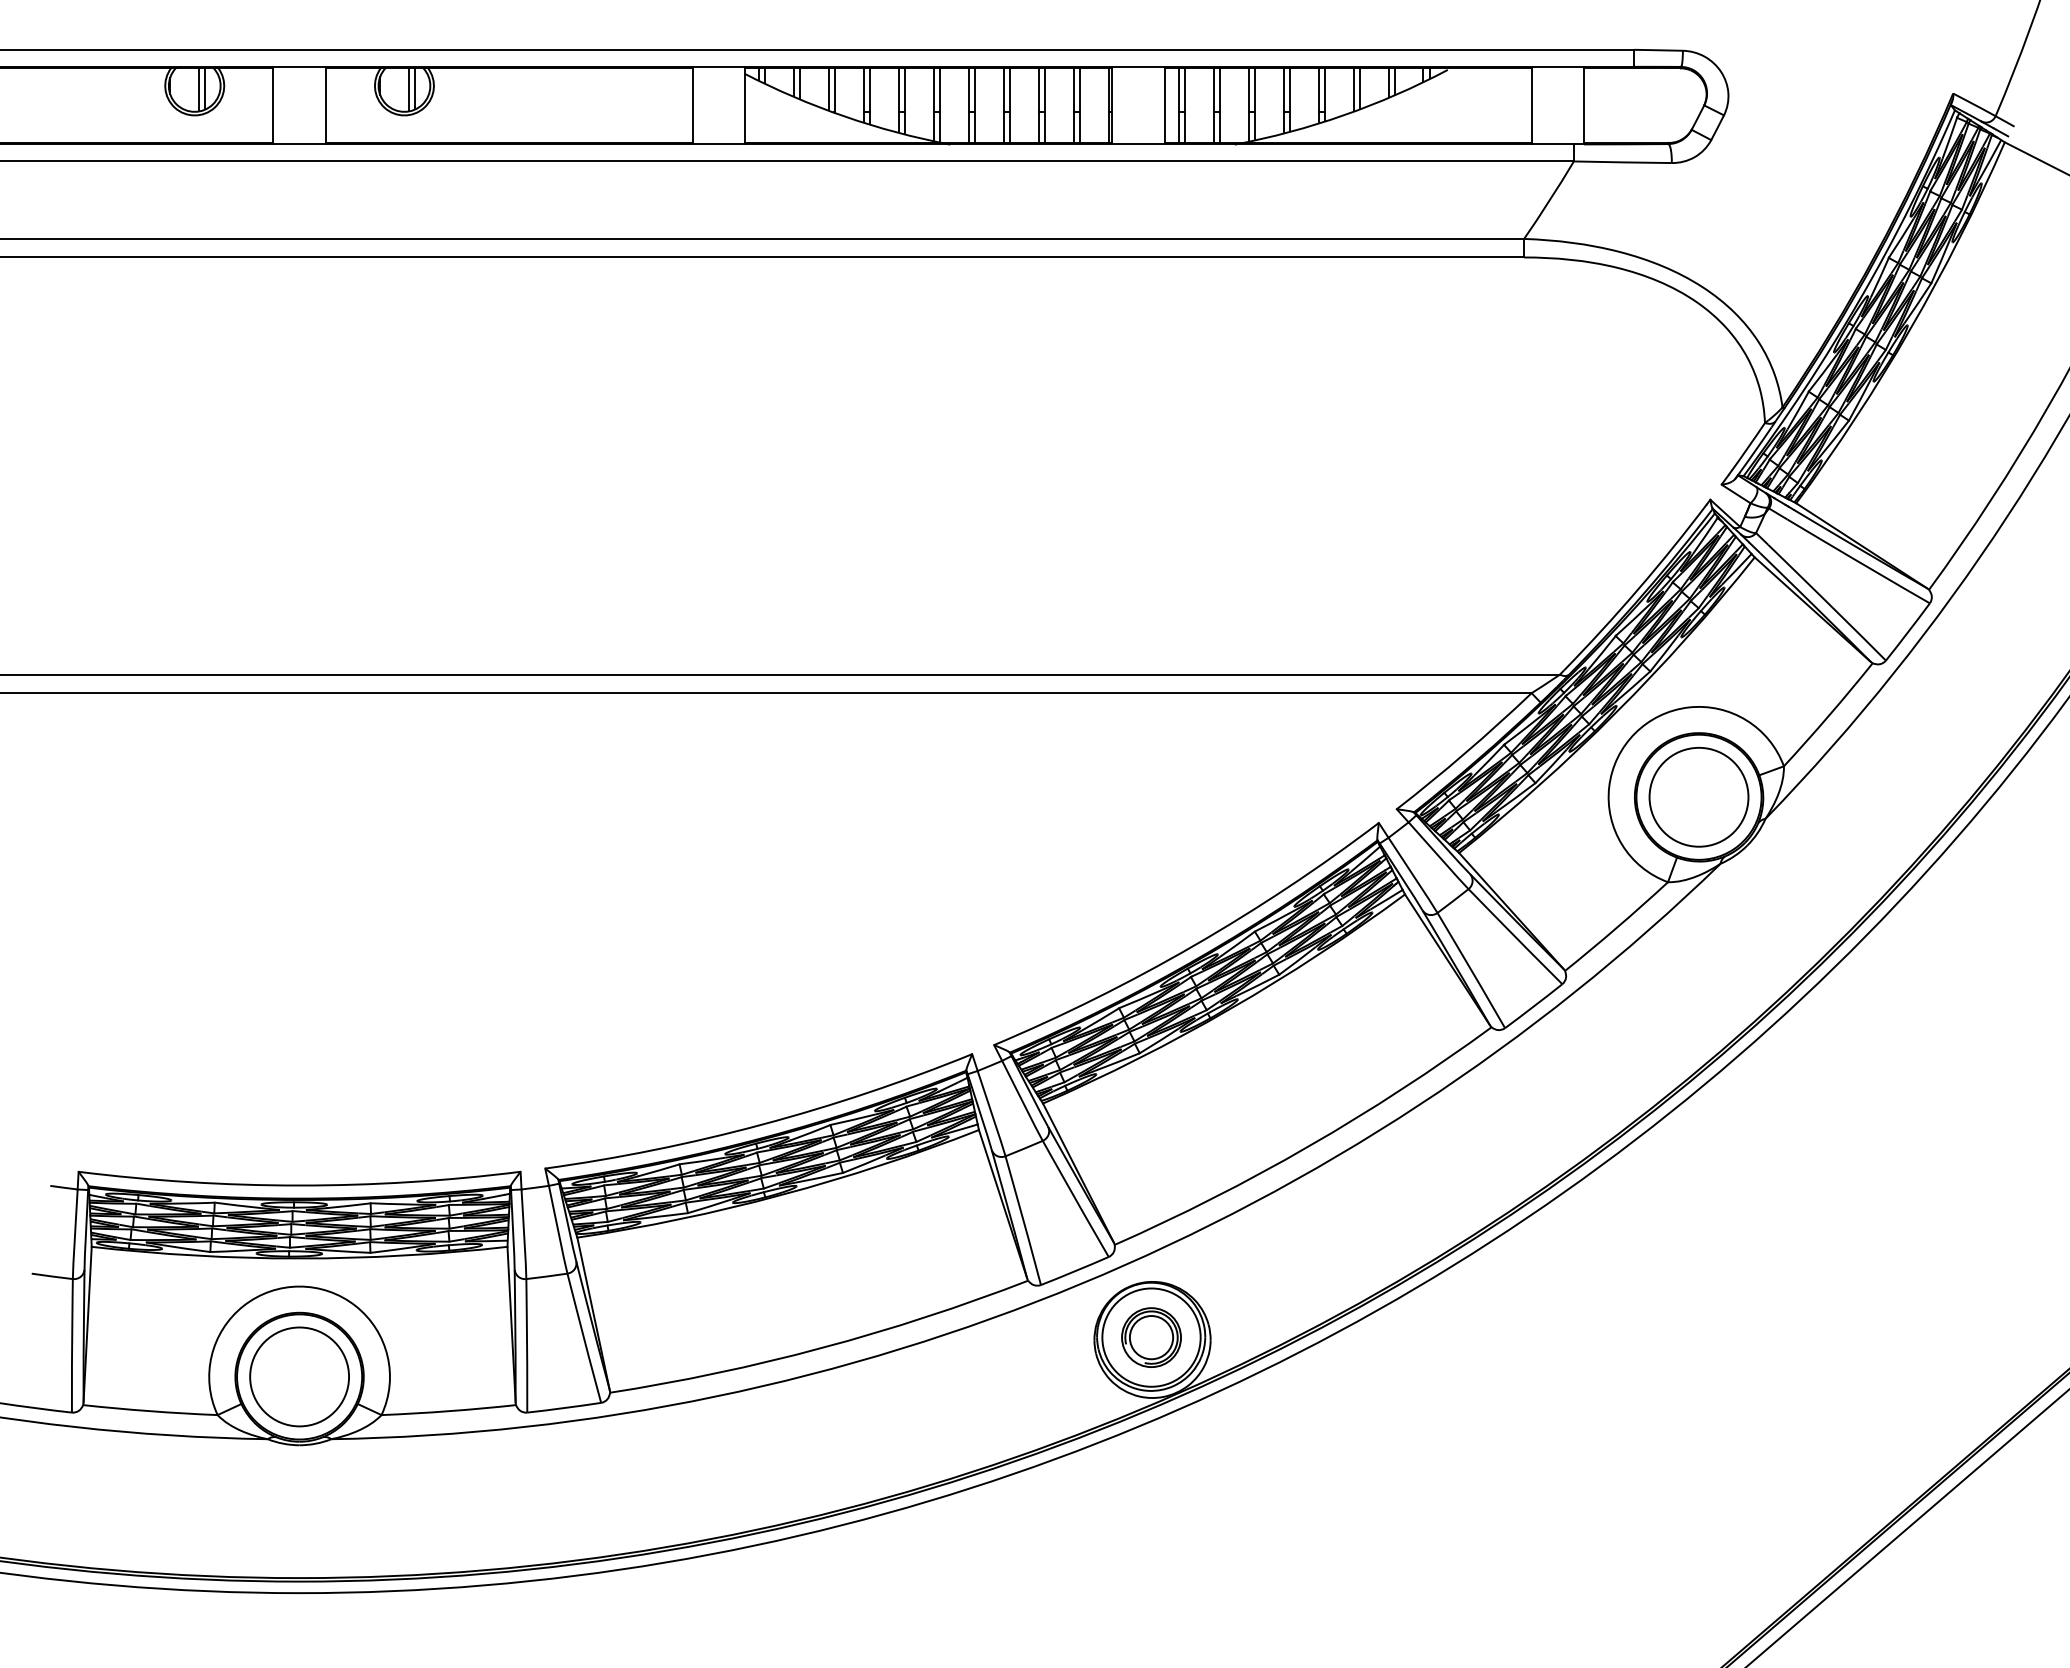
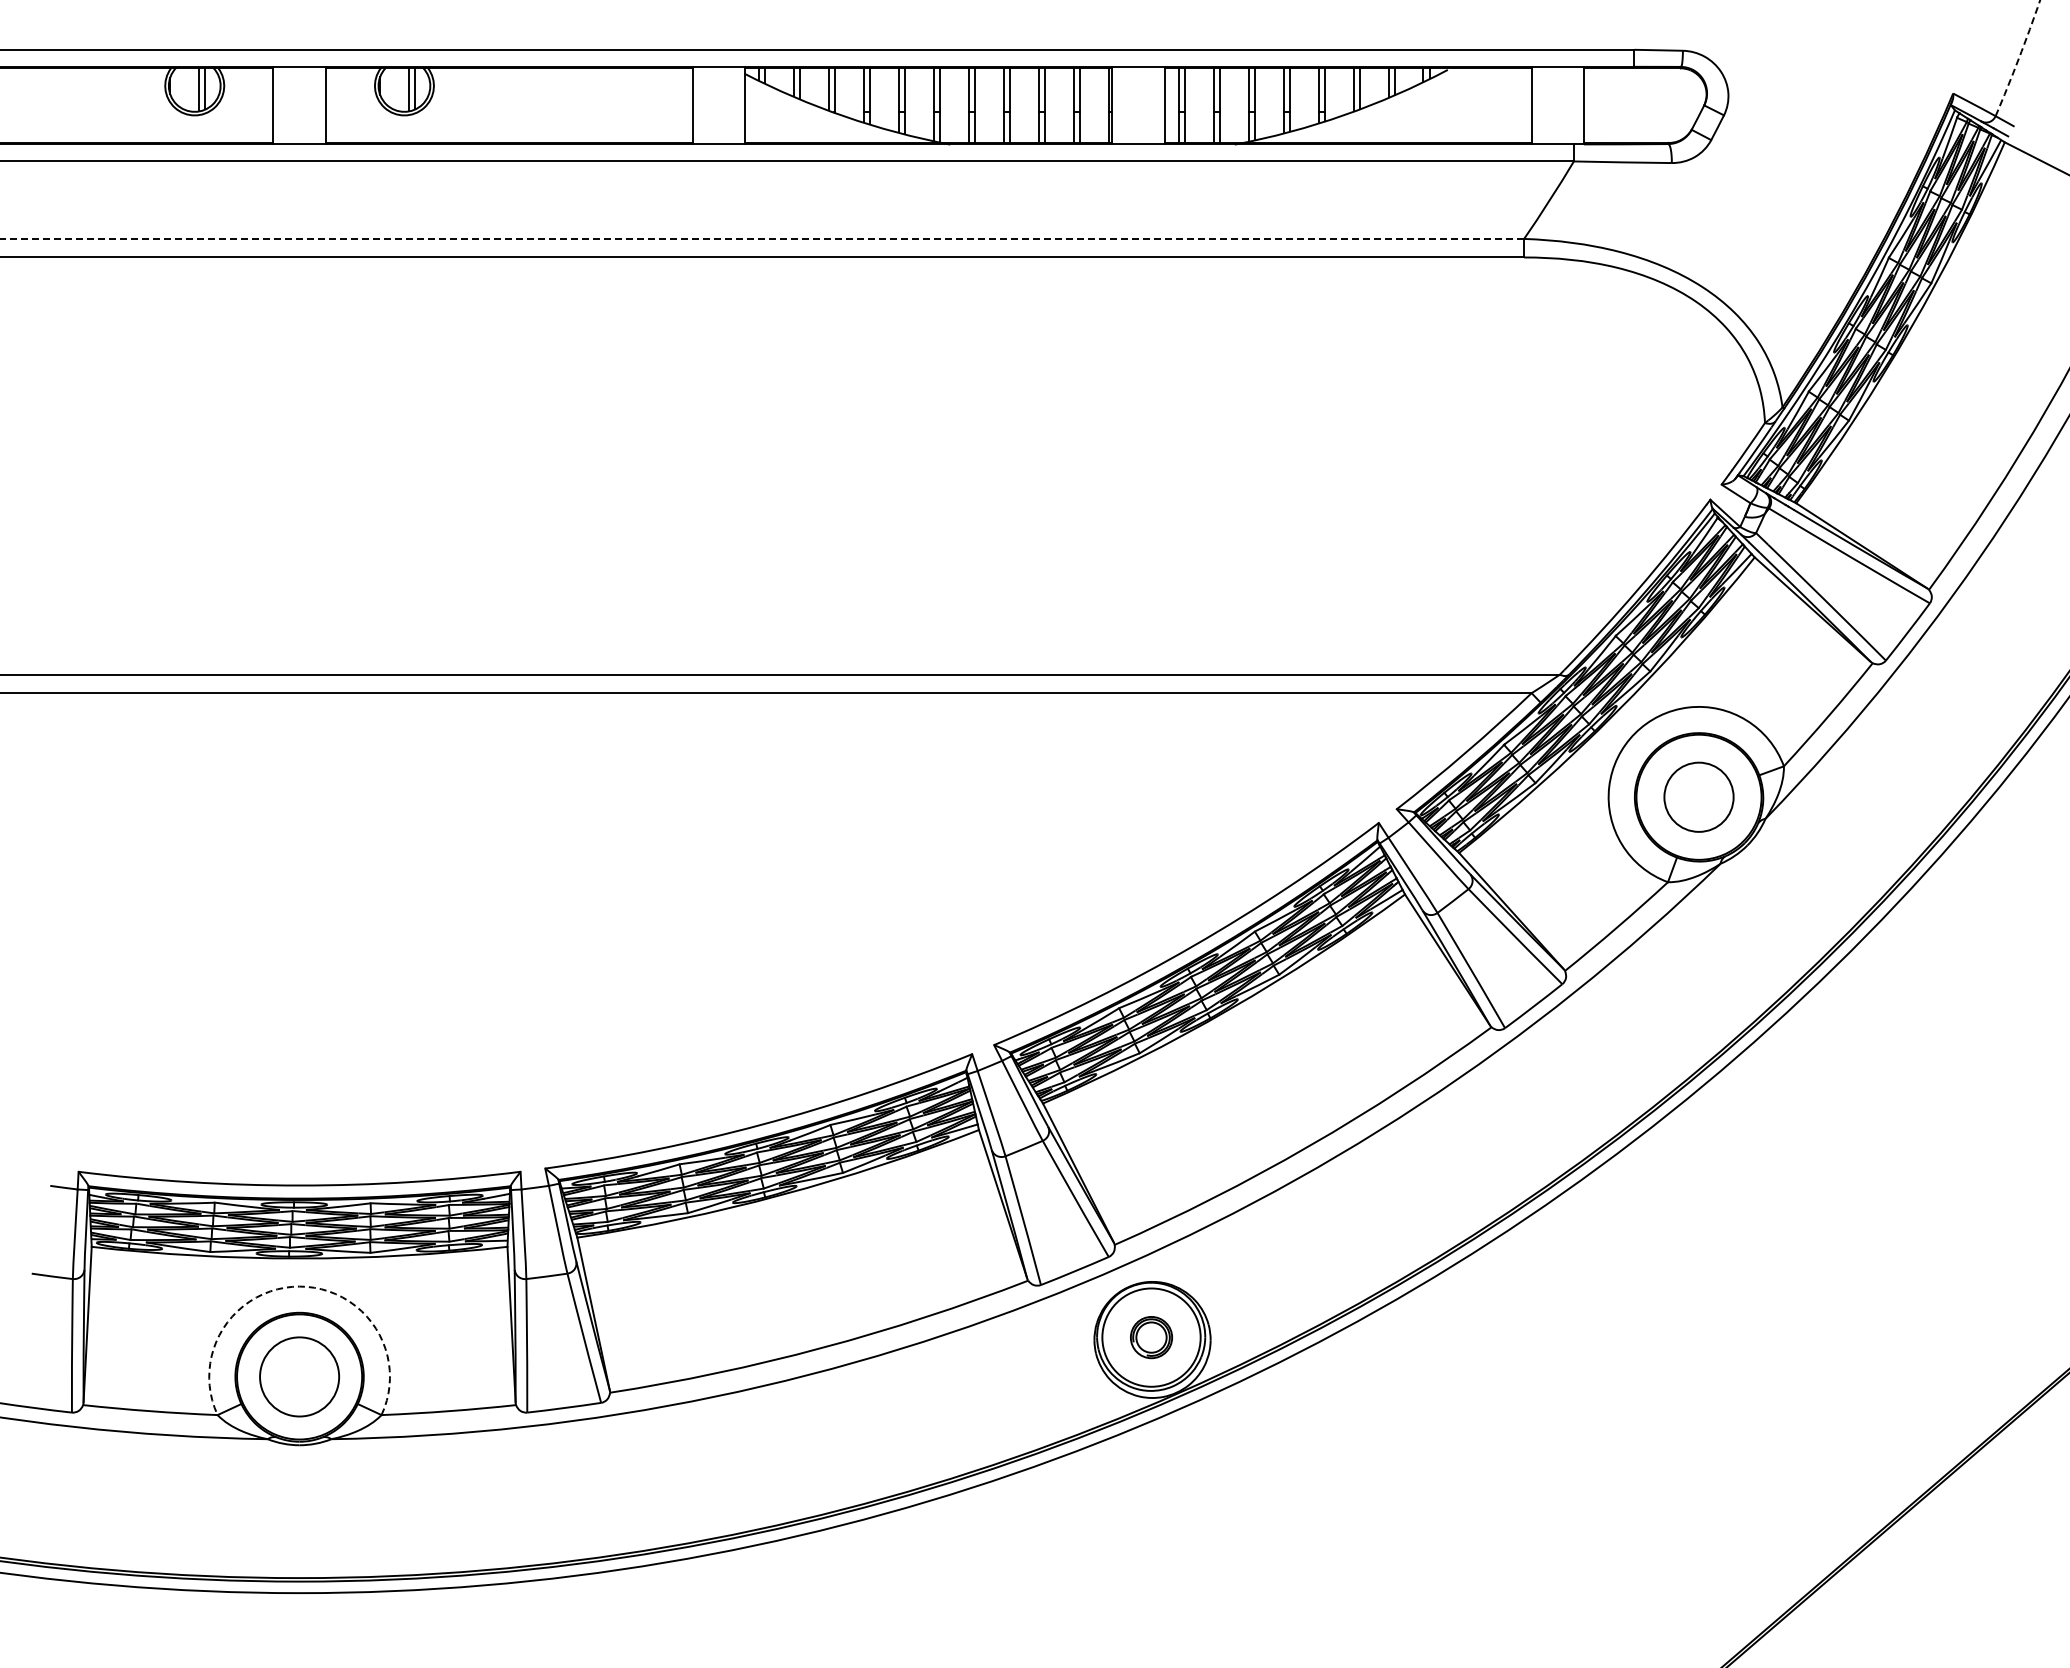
arc at (2019, 57): solid -> dashed
line at (762, 238): solid -> dashed
circle at (1698, 796) diameter: 99 px -> 69 px
arc at (299, 1286): solid -> dashed
part at (1151, 1337) size: 61x61 px -> 43x44 px
circle at (299, 1376) diameter: 99 px -> 79 px
line at (1907, 1527): present -> none
